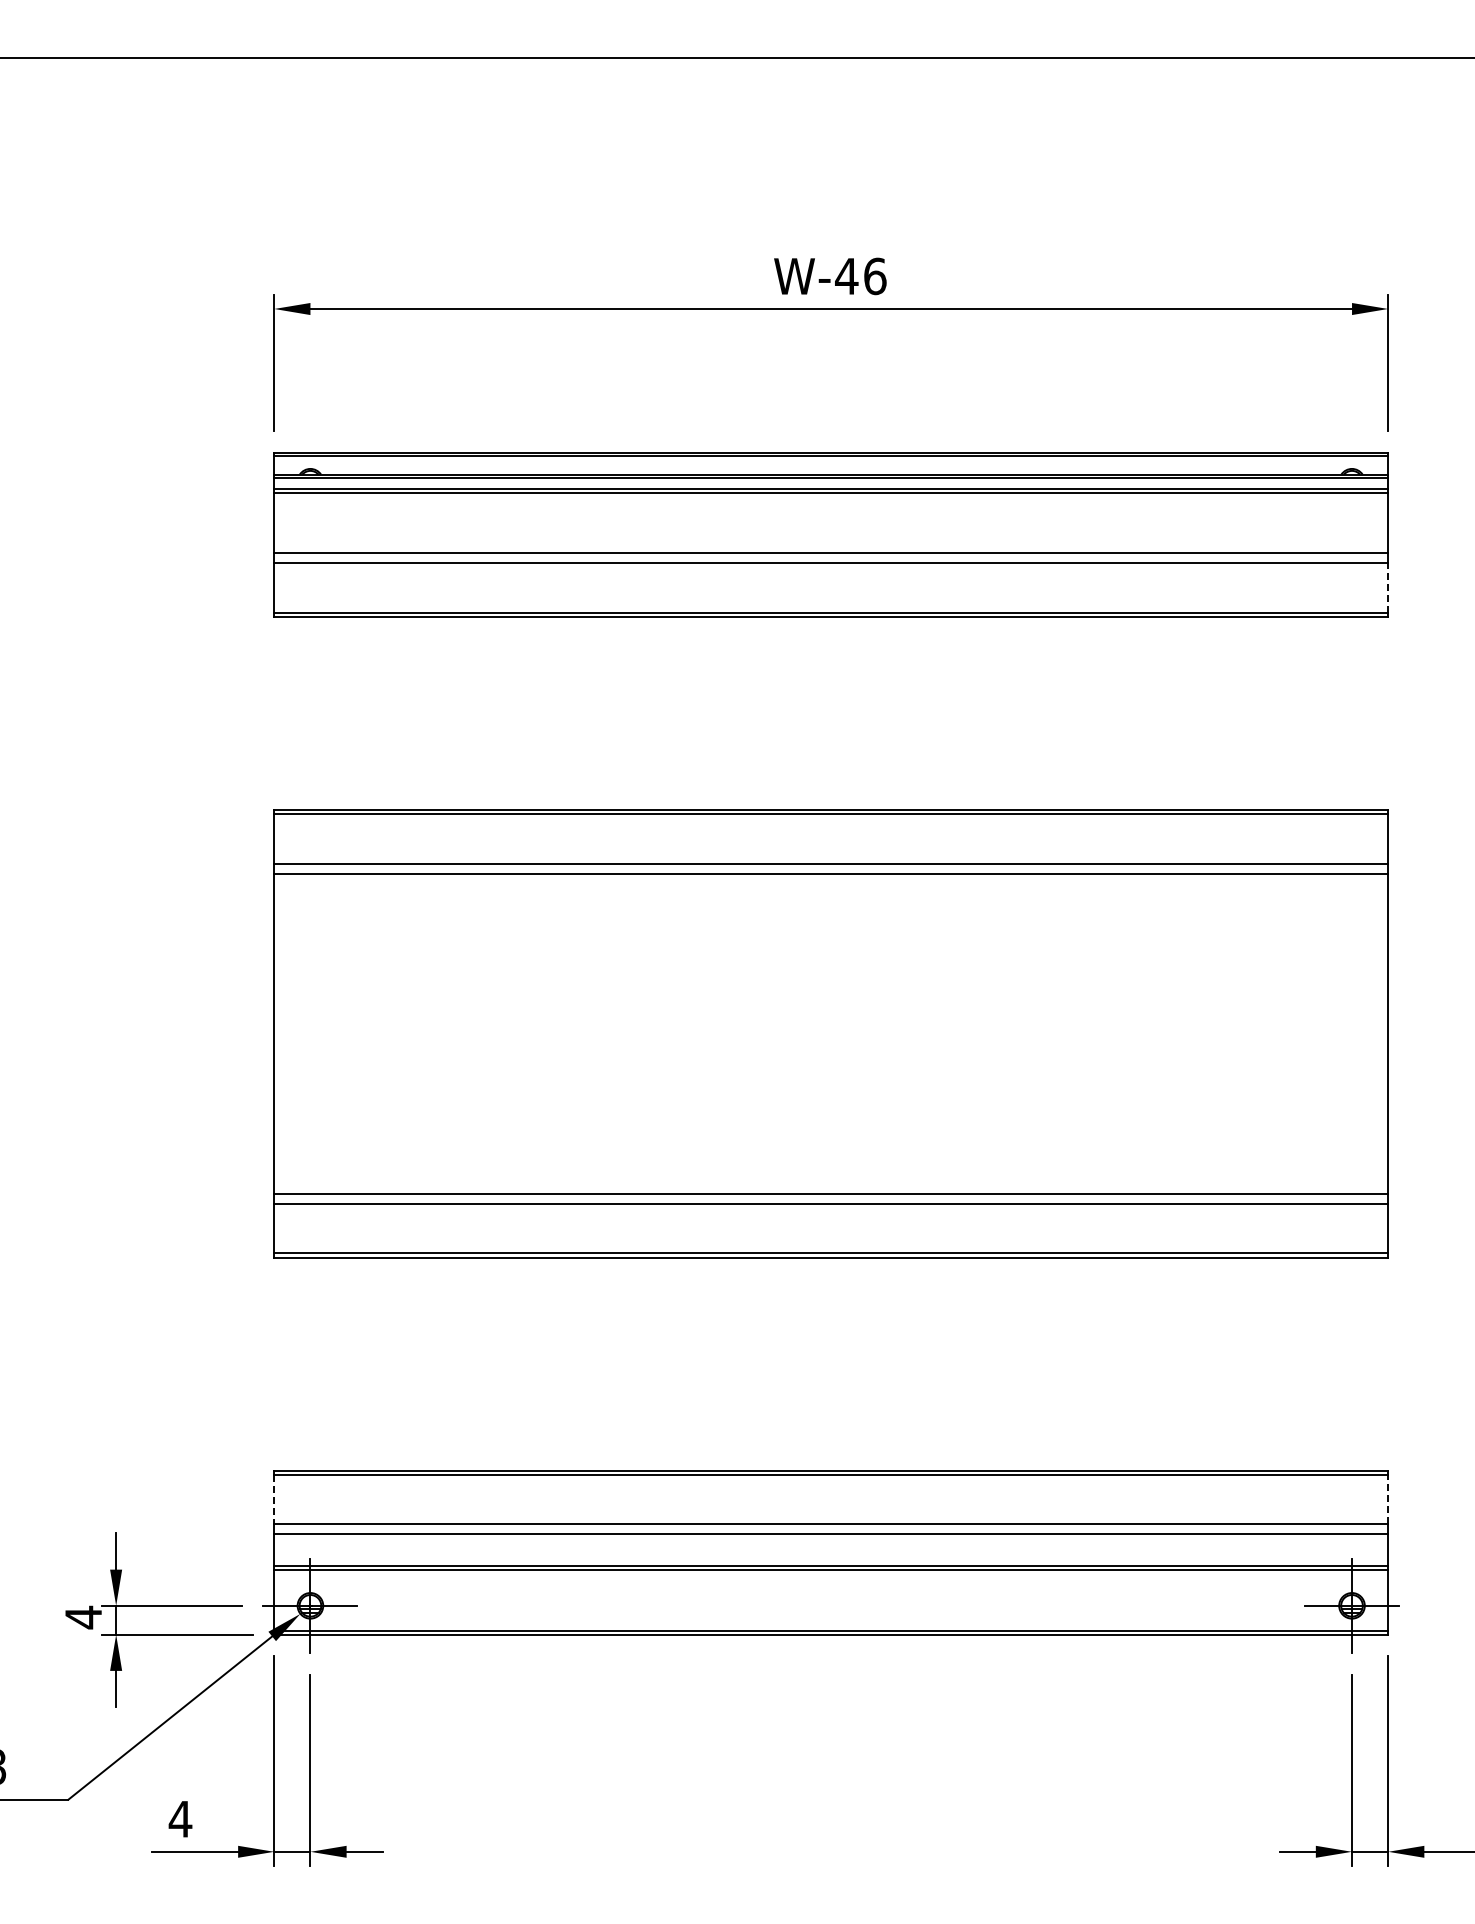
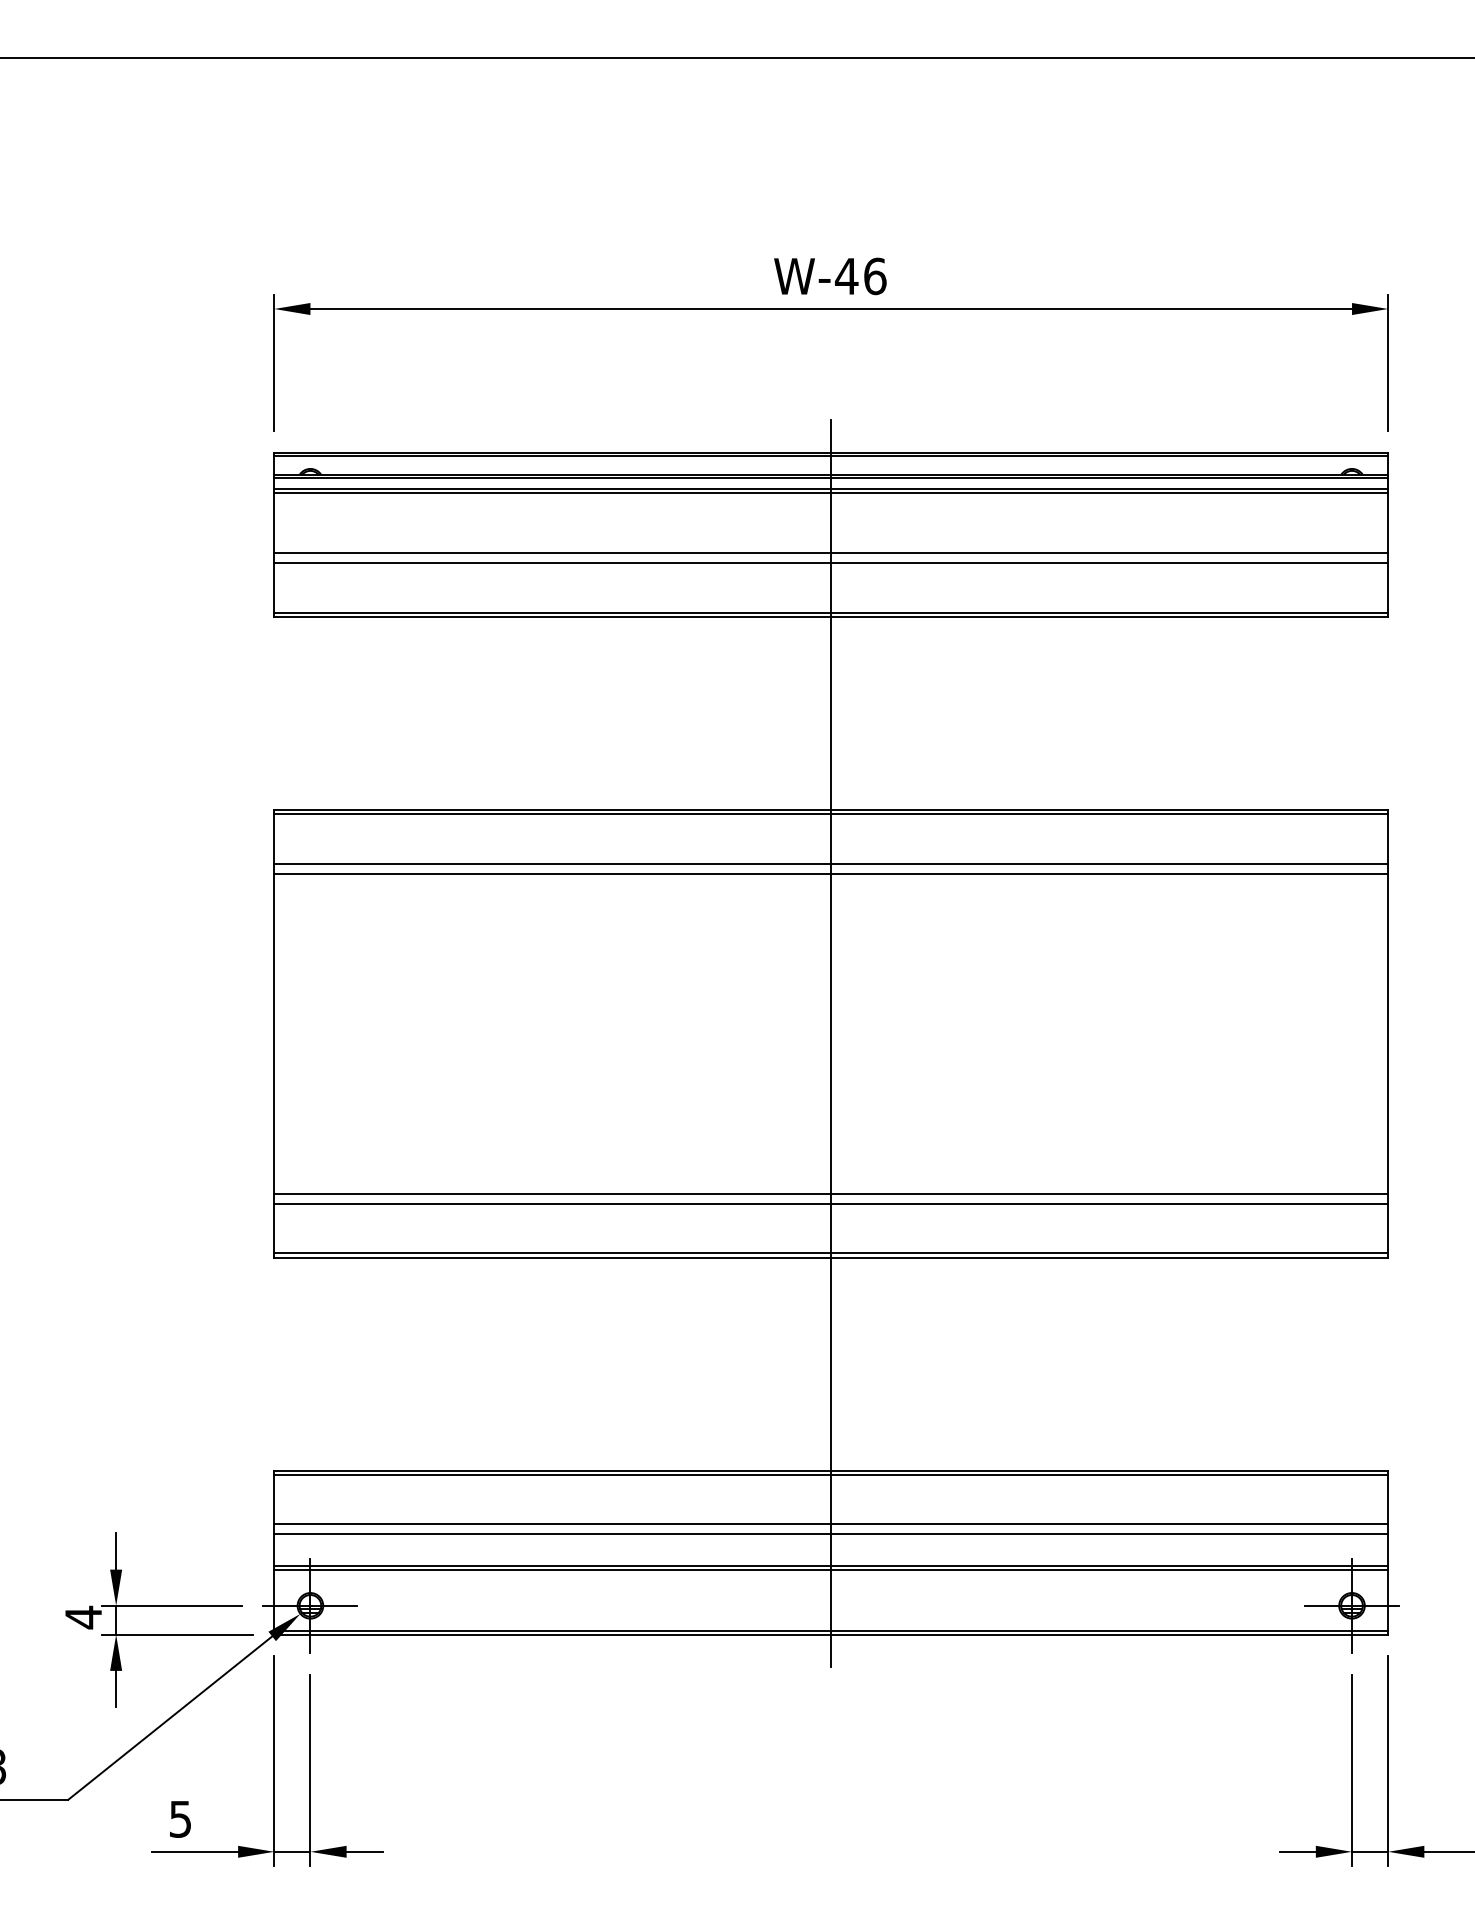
line at (1388, 588): dashed -> solid
line at (831, 1043): none -> present
line at (274, 1499): dashed -> solid
line at (1388, 1499): dashed -> solid
text at (180, 1819): 4 -> 5
